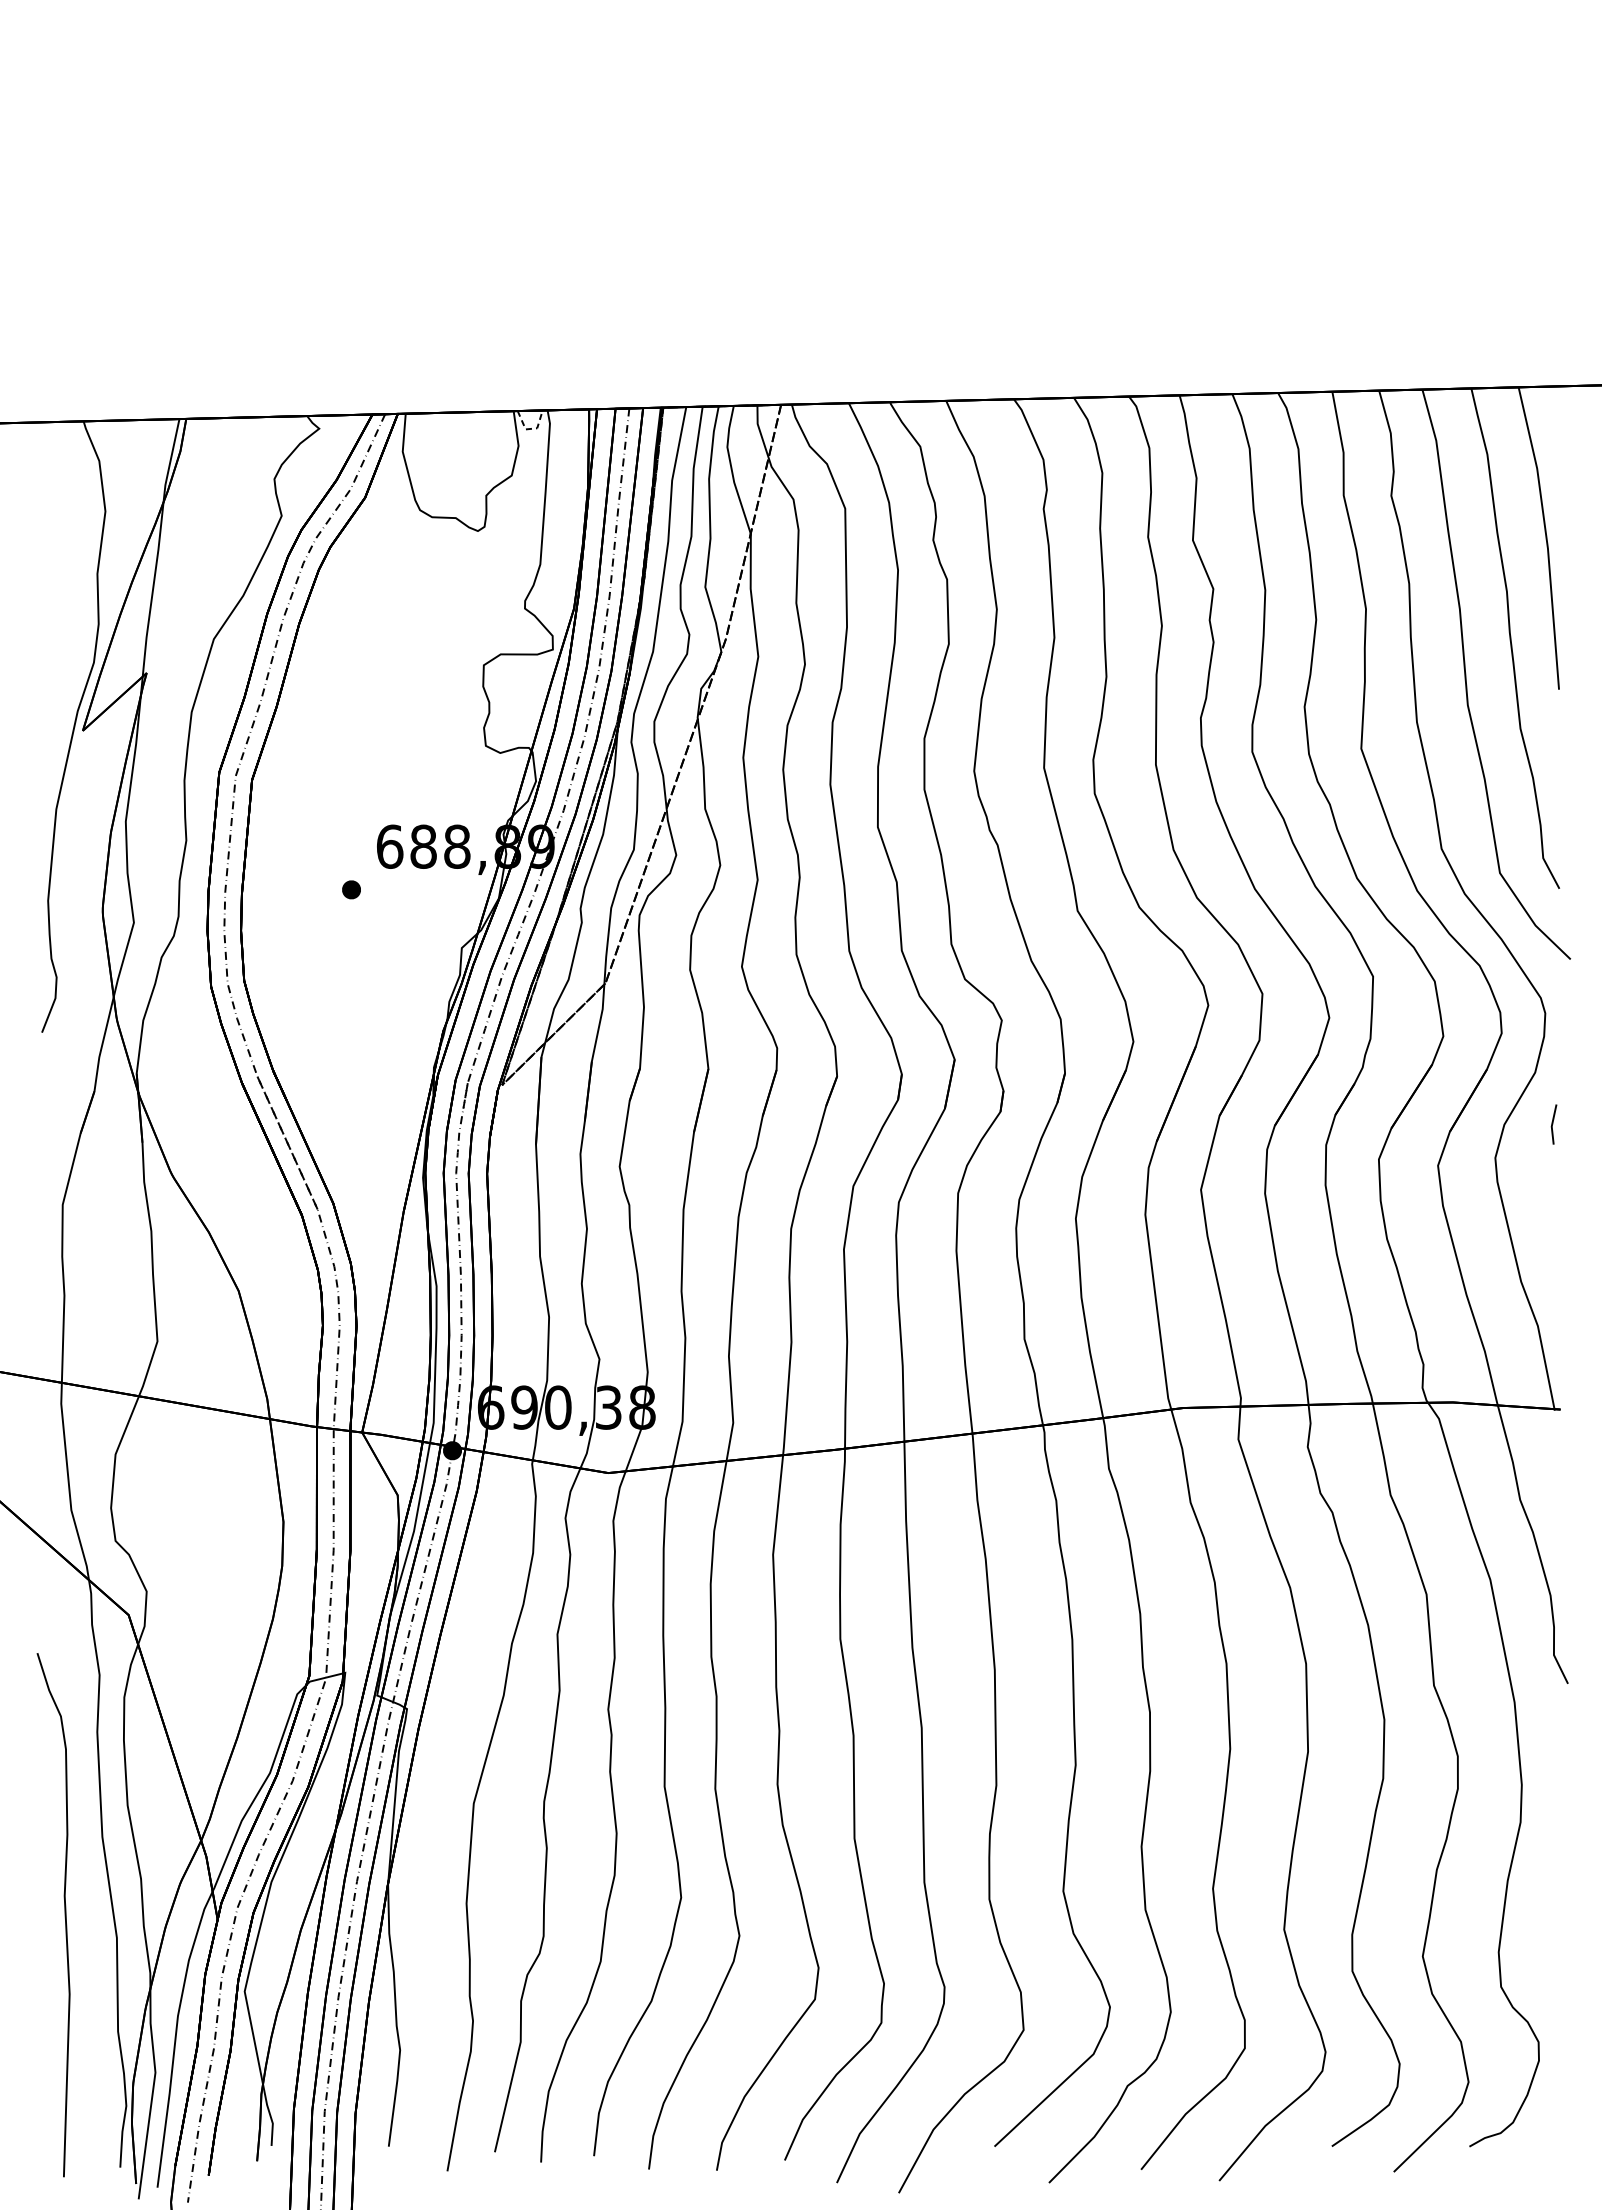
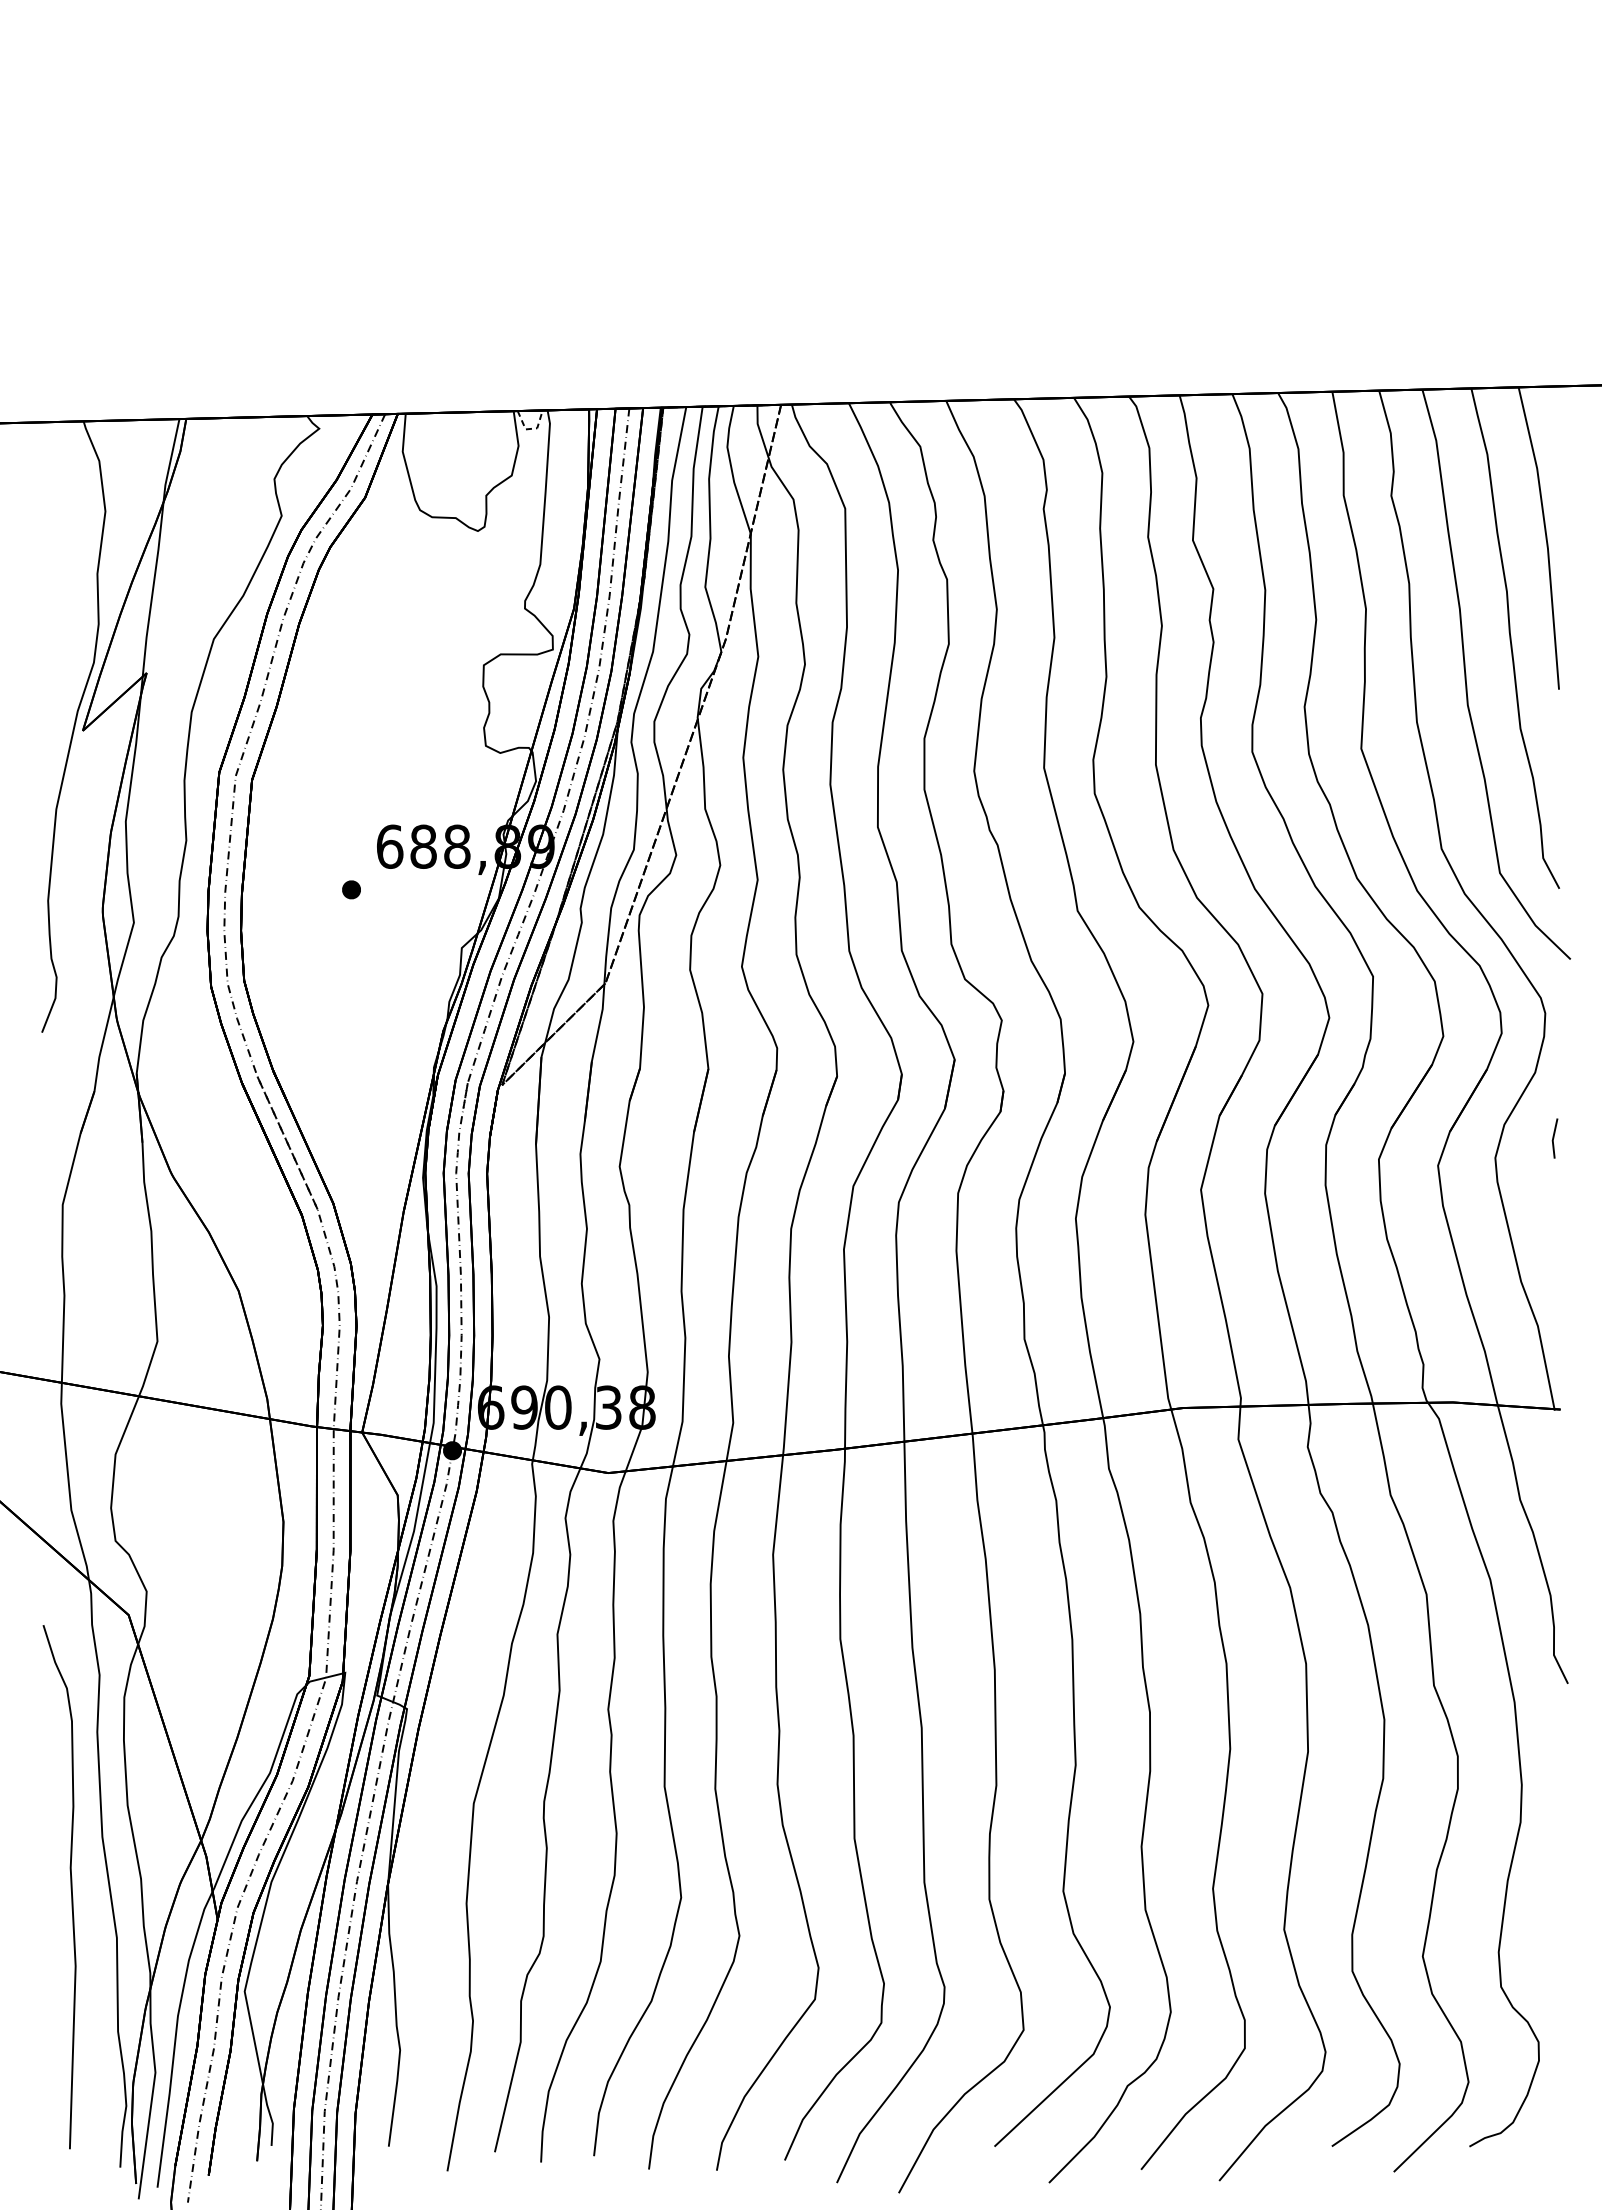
line at (1553, 1124) position: (1553, 1124) -> (1554, 1138)
curve at (64, 1915) position: (64, 1915) -> (70, 1887)
